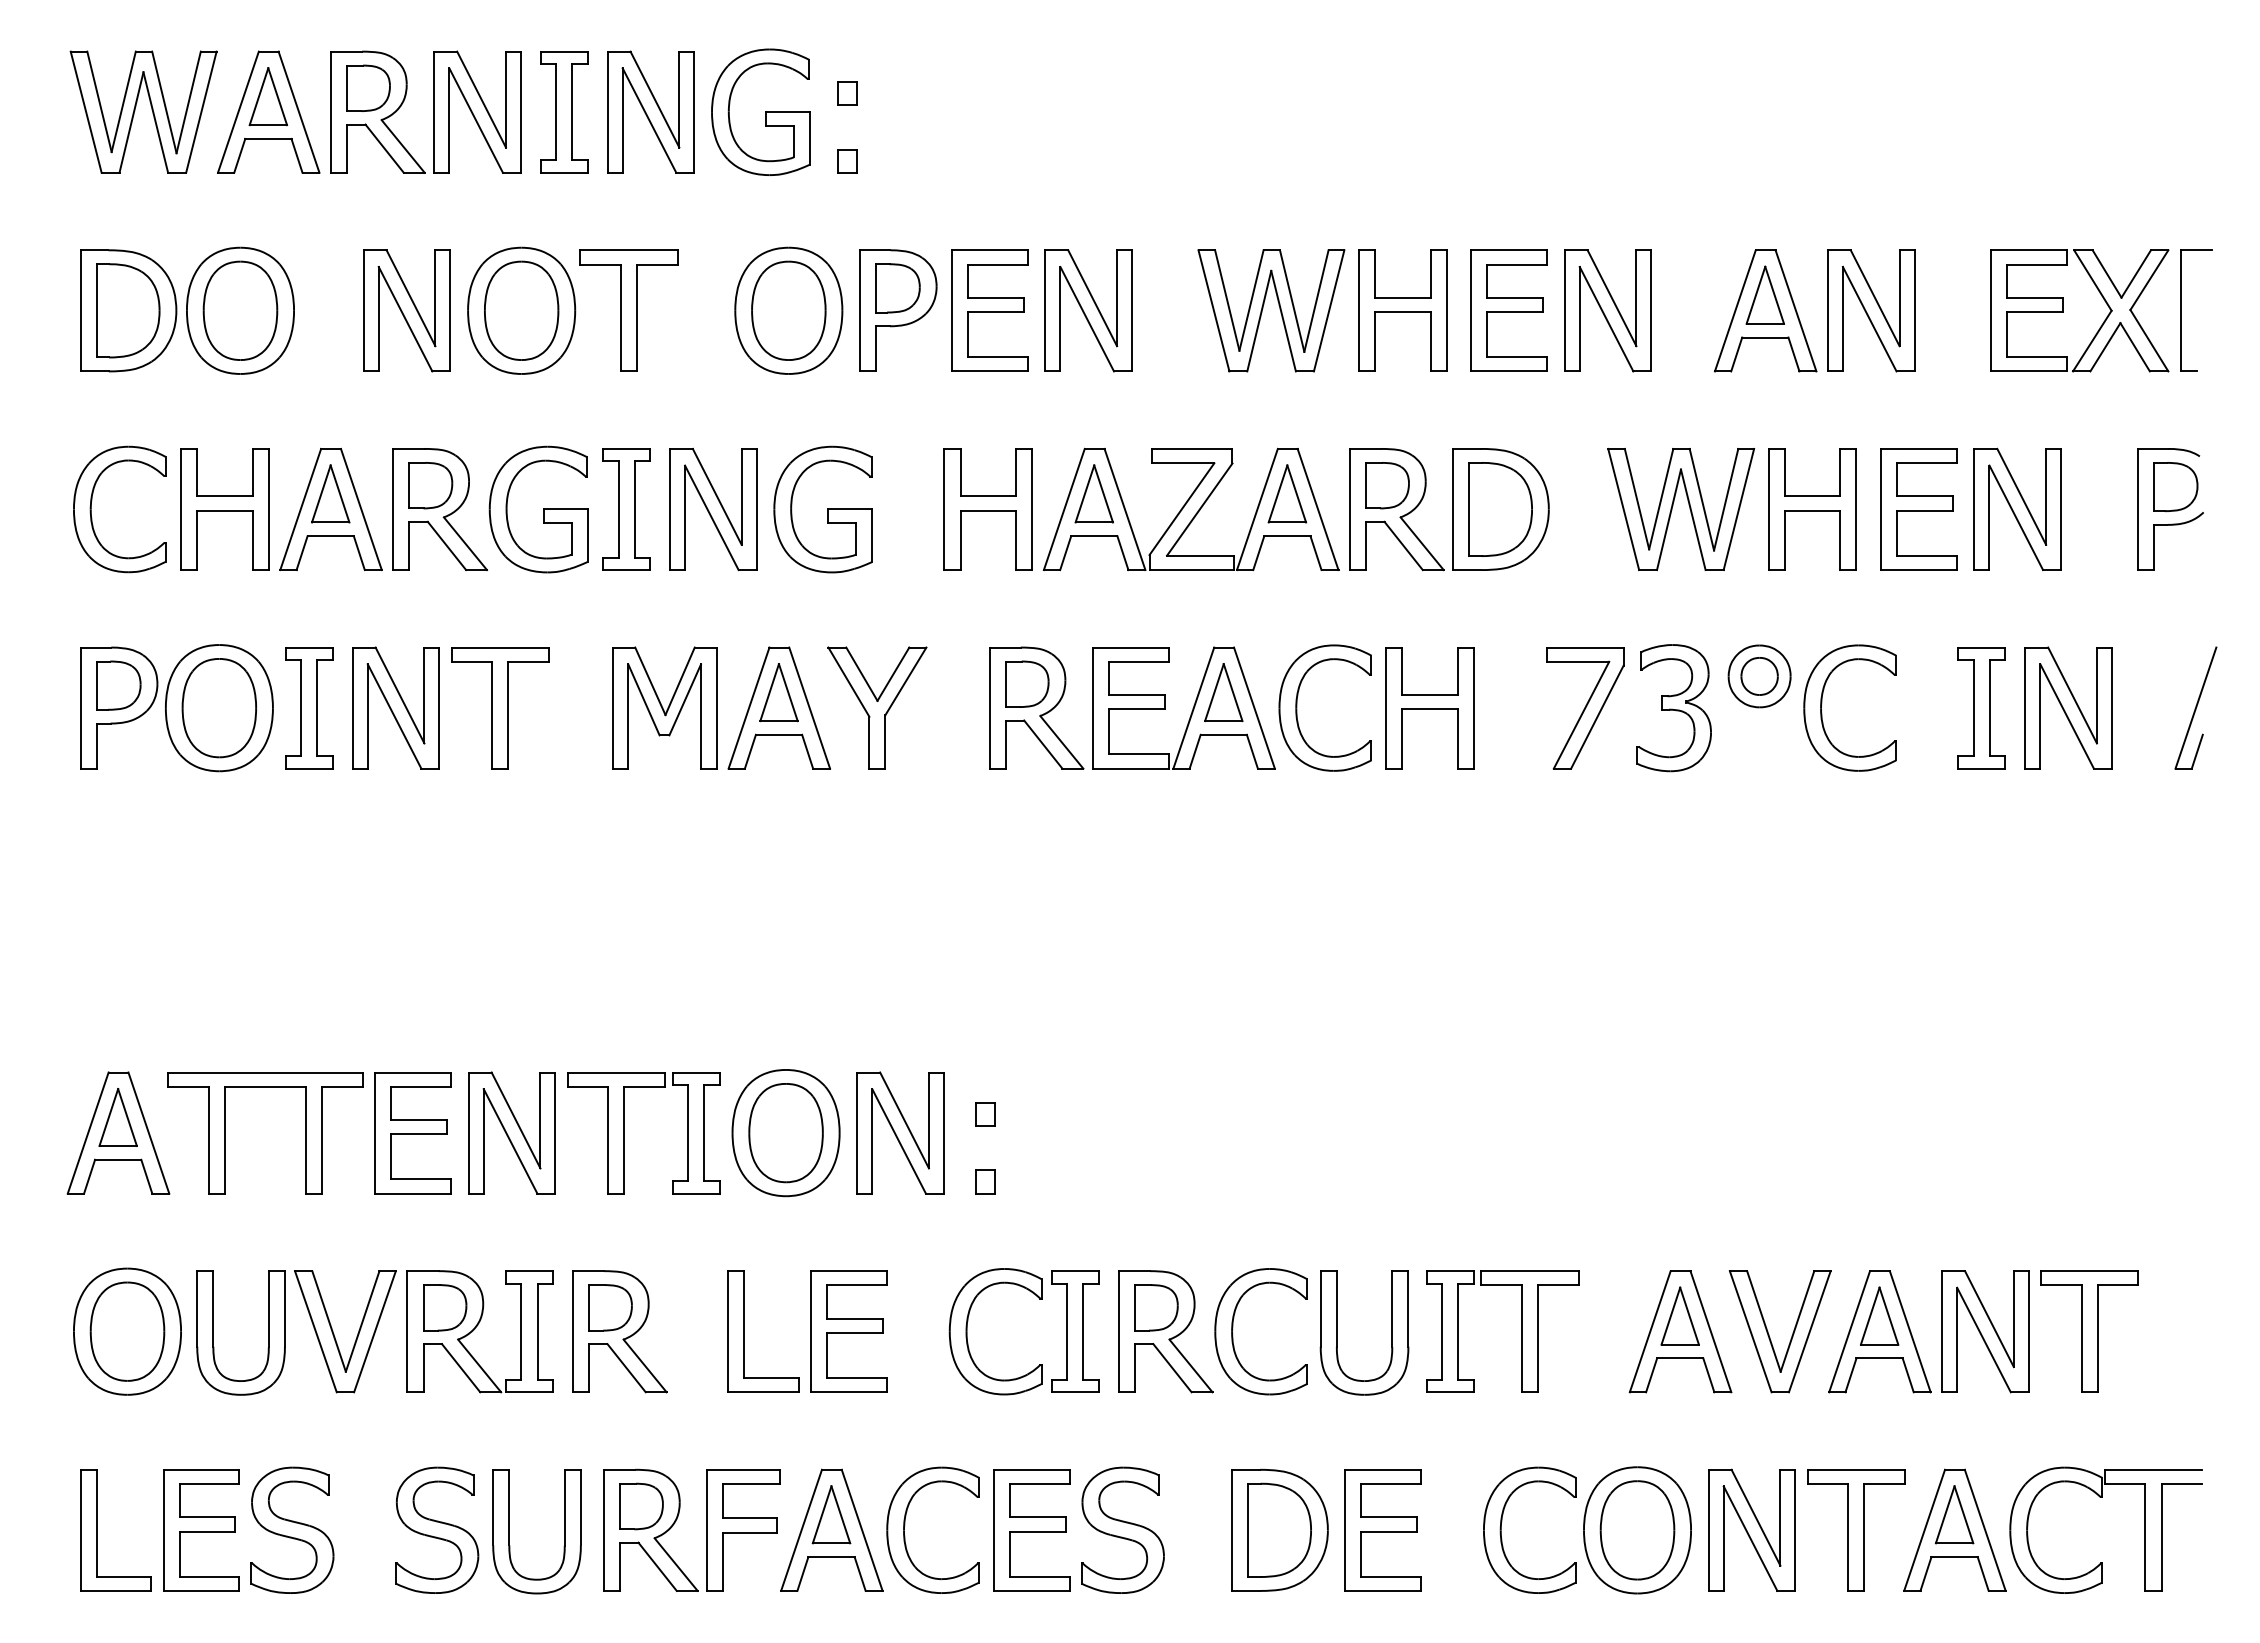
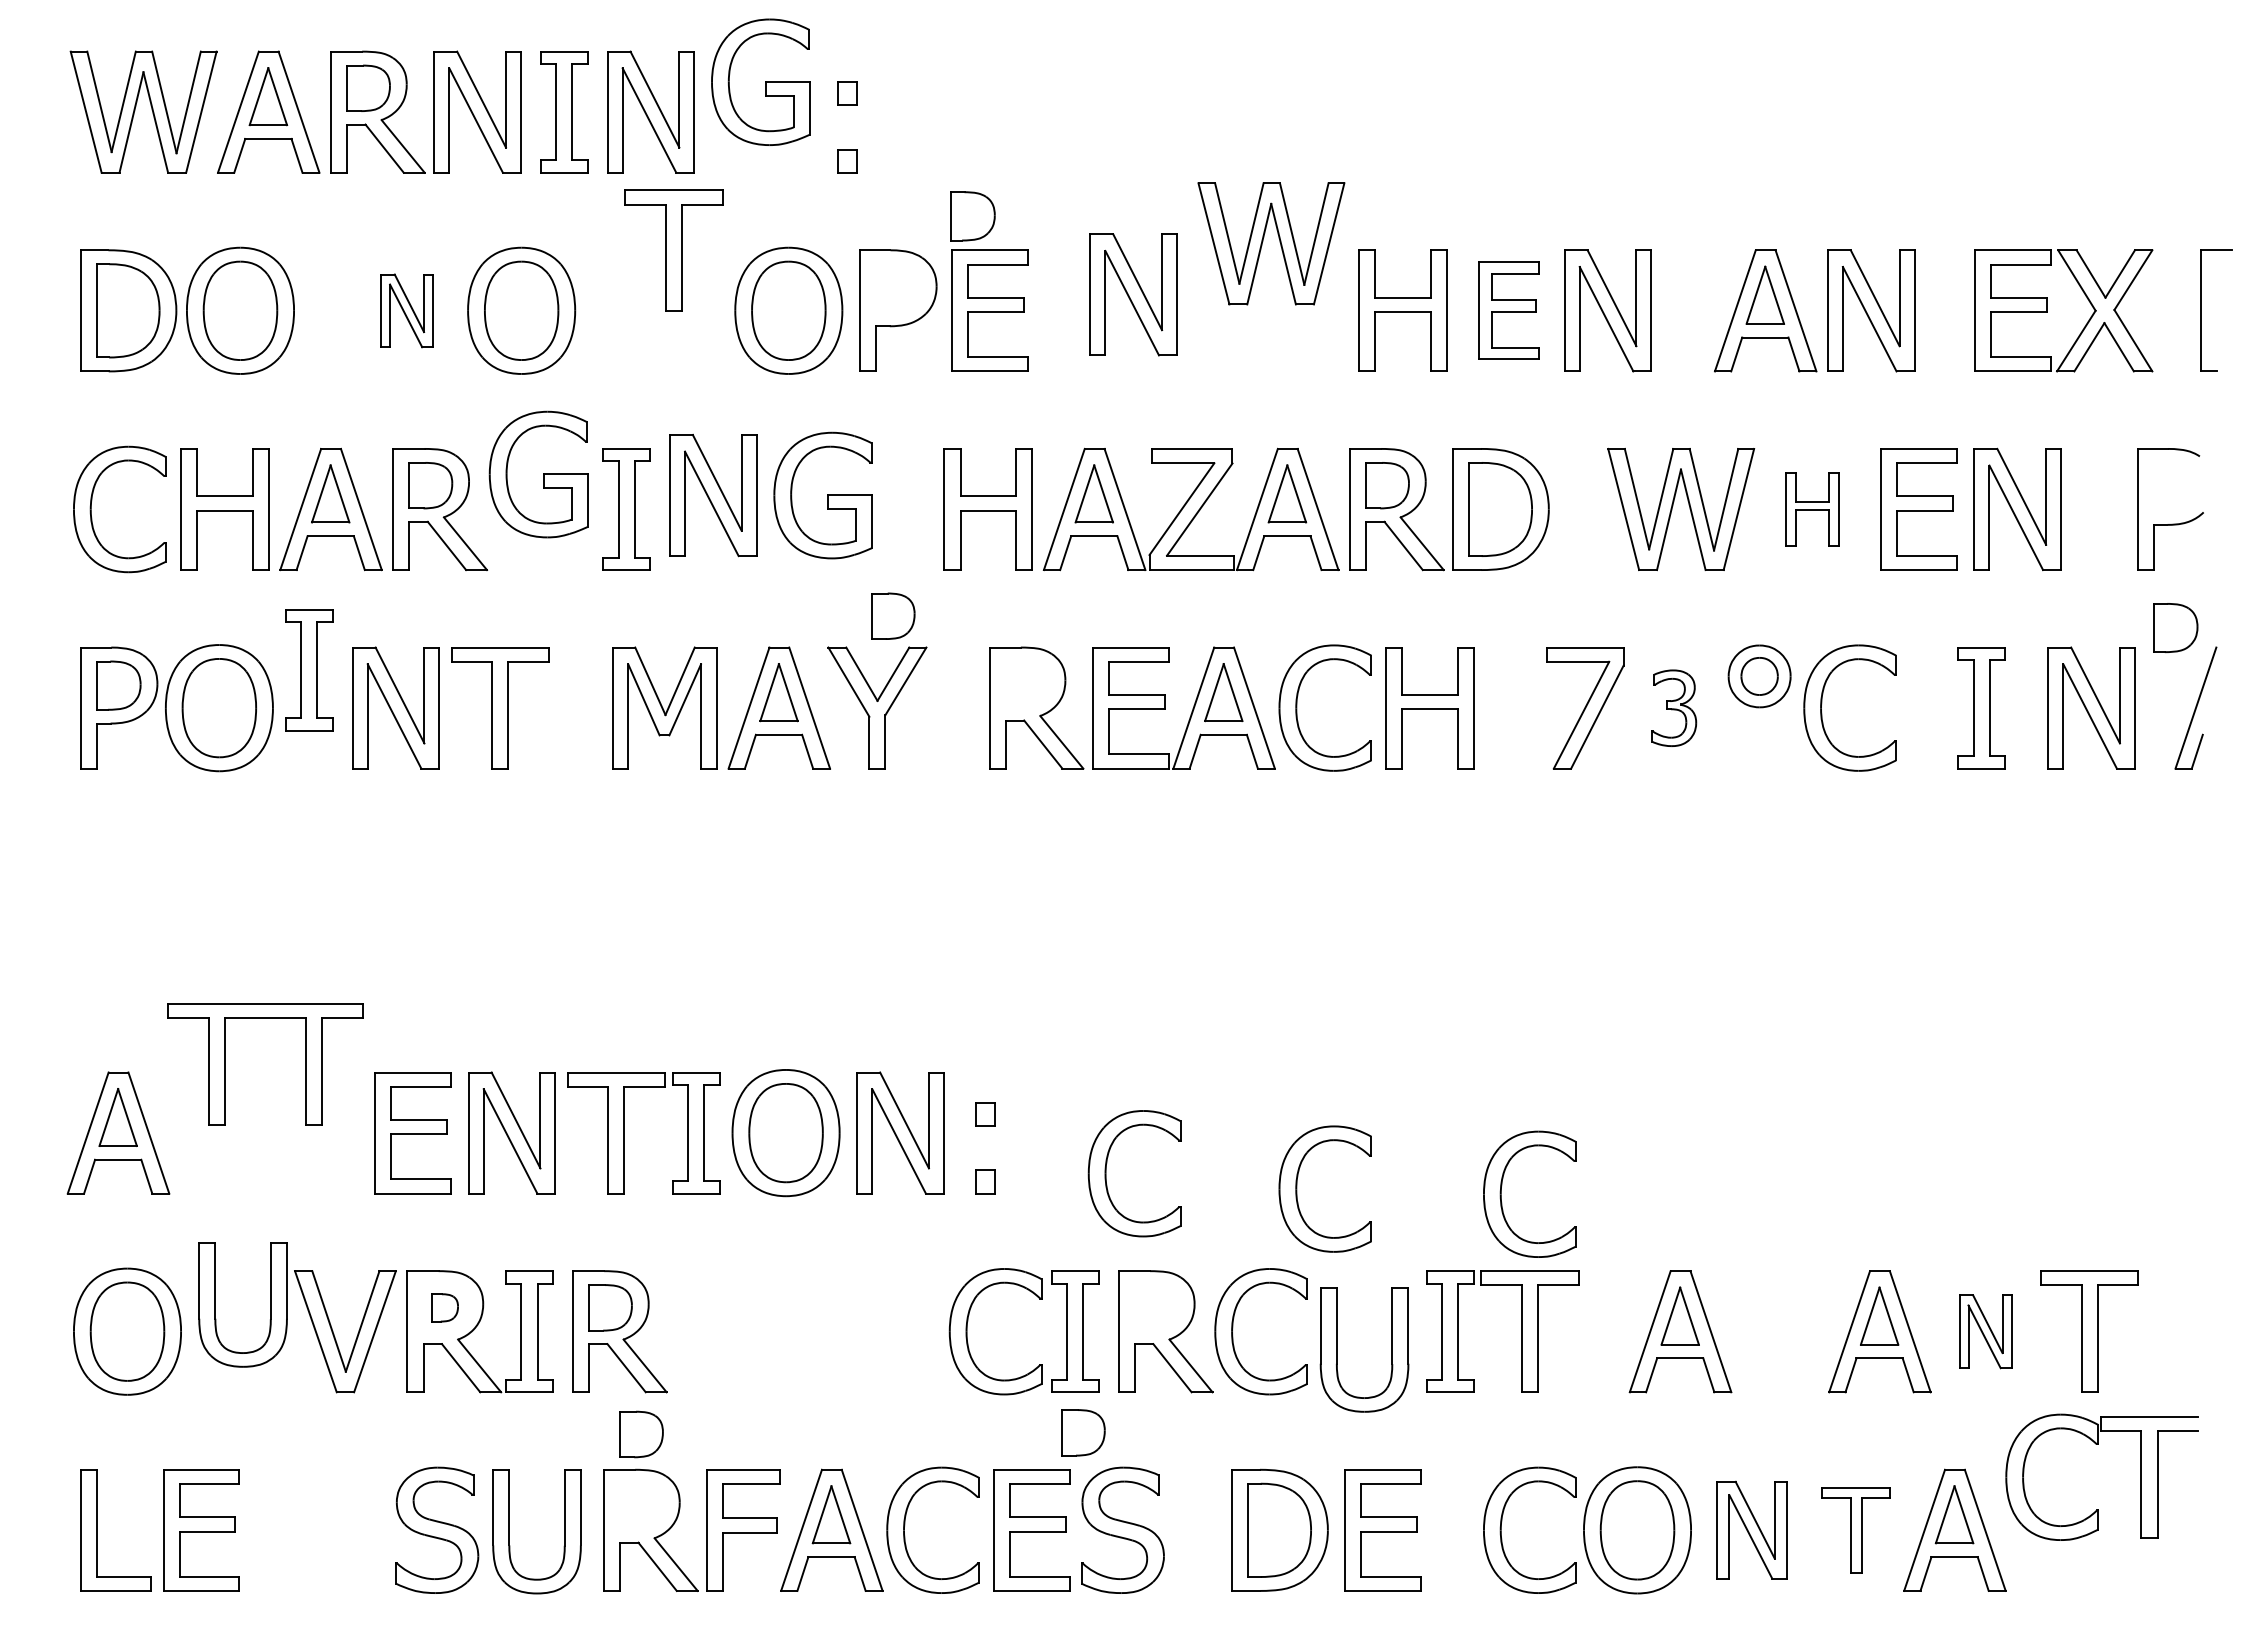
part at (760, 111) position: (760, 111) -> (760, 81)
part at (897, 288) position: (897, 288) -> (972, 216)
part at (1279, 309) position: (1279, 309) -> (1279, 242)
part at (406, 310) size: 88x124 px -> 54x76 px
part at (628, 310) position: (628, 310) -> (673, 250)
part at (1088, 310) position: (1088, 310) -> (1133, 294)
part at (1508, 310) size: 78x123 px -> 62x99 px
part at (2063, 310) position: (2063, 310) -> (2047, 310)
part at (2181, 310) position: (2181, 310) -> (2201, 310)
part at (2175, 487) position: (2175, 487) -> (2175, 628)
part at (538, 509) position: (538, 509) -> (538, 474)
part at (713, 509) position: (713, 509) -> (713, 495)
part at (822, 509) position: (822, 509) -> (822, 495)
part at (1812, 509) size: 89x123 px -> 55x75 px
part at (1027, 683) position: (1027, 683) -> (893, 615)
part at (2068, 707) position: (2068, 707) -> (2091, 707)
part at (309, 708) position: (309, 708) -> (309, 670)
part at (1673, 708) size: 76x129 px -> 47x78 px
part at (225, 1133) position: (225, 1133) -> (225, 1064)
part at (1106, 1173): none -> present
part at (1297, 1188): none -> present
part at (1501, 1193): none -> present
part at (445, 1307) size: 45x48 px -> 28x30 px
part at (1156, 1307) position: (1156, 1307) -> (1083, 1432)
part at (744, 1331): present -> none
part at (848, 1331): present -> none
part at (1985, 1331) size: 89x124 px -> 54x76 px
part at (213, 1332) position: (213, 1332) -> (215, 1304)
part at (1337, 1332) position: (1337, 1332) -> (1337, 1349)
part at (1769, 1334): present -> none
part at (2102, 1497) position: (2102, 1497) -> (2098, 1444)
part at (641, 1506) position: (641, 1506) -> (641, 1434)
part at (292, 1529): present -> none
part at (1751, 1529) size: 88x124 px -> 72x100 px
part at (1856, 1530) size: 99x123 px -> 70x87 px
